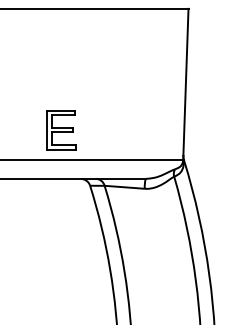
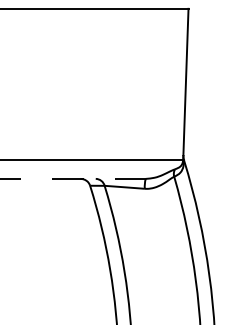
part at (61, 130): present -> none
line at (72, 178): solid -> dashed
